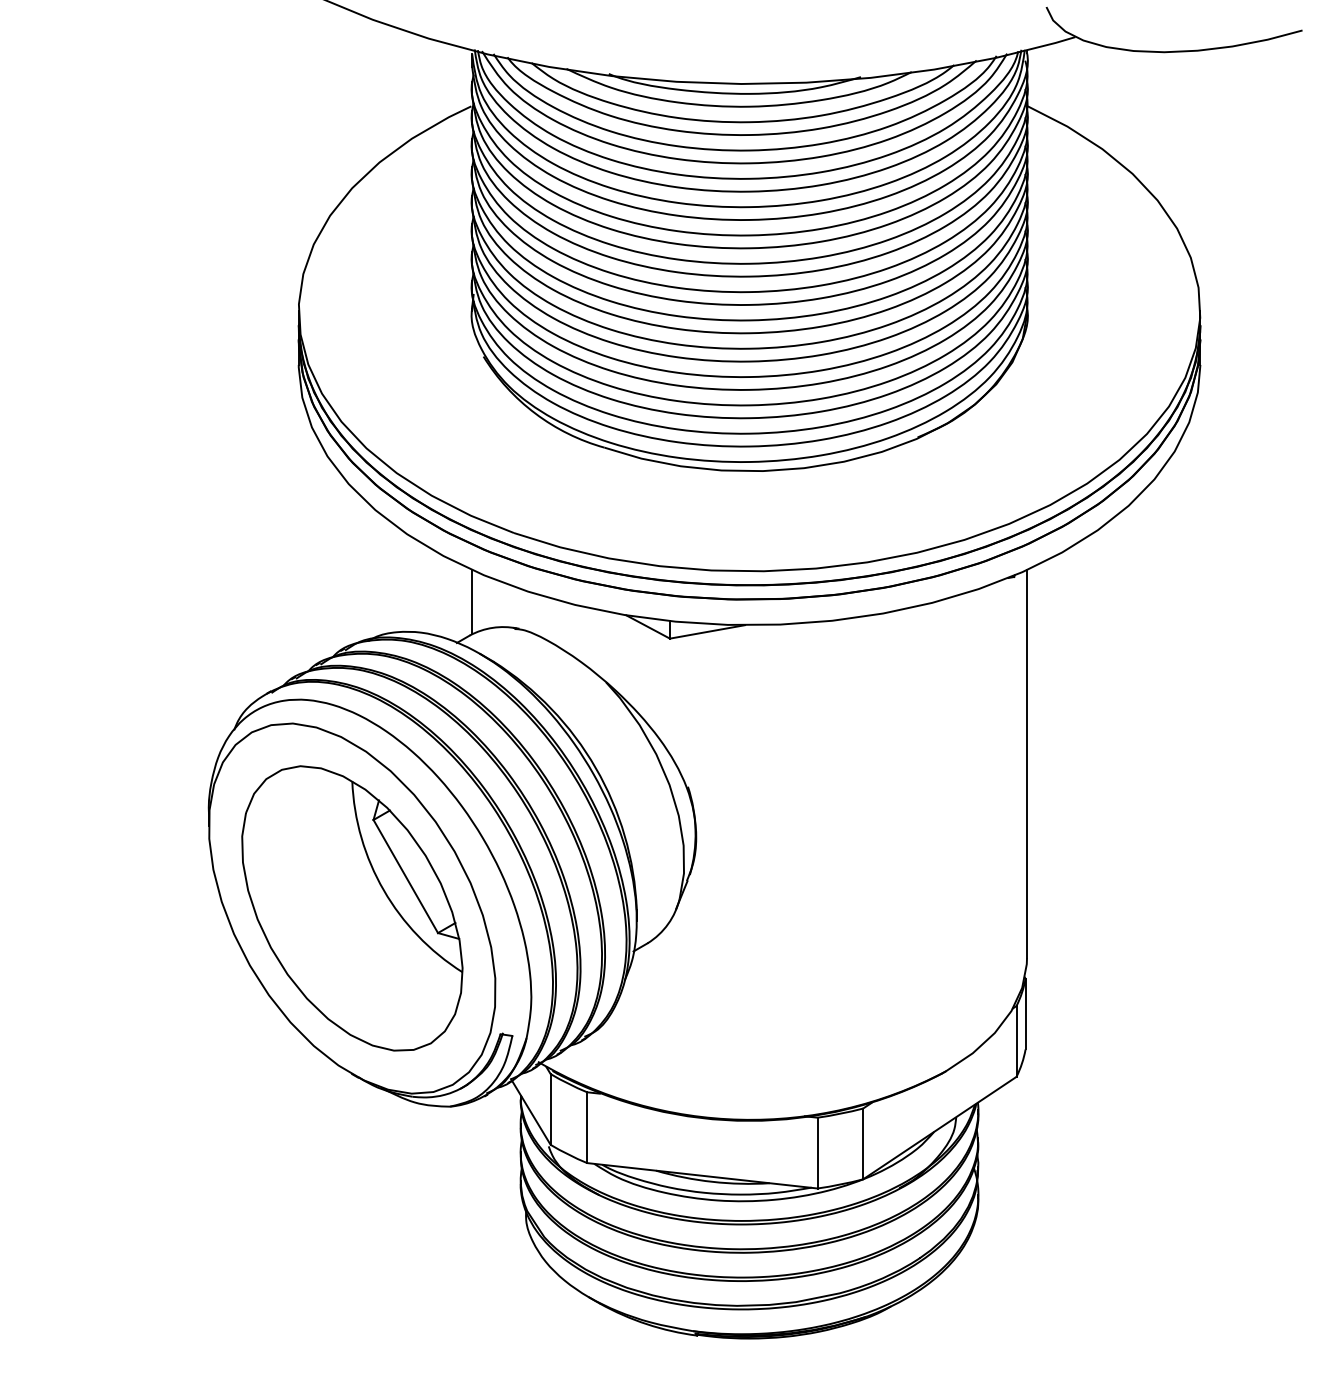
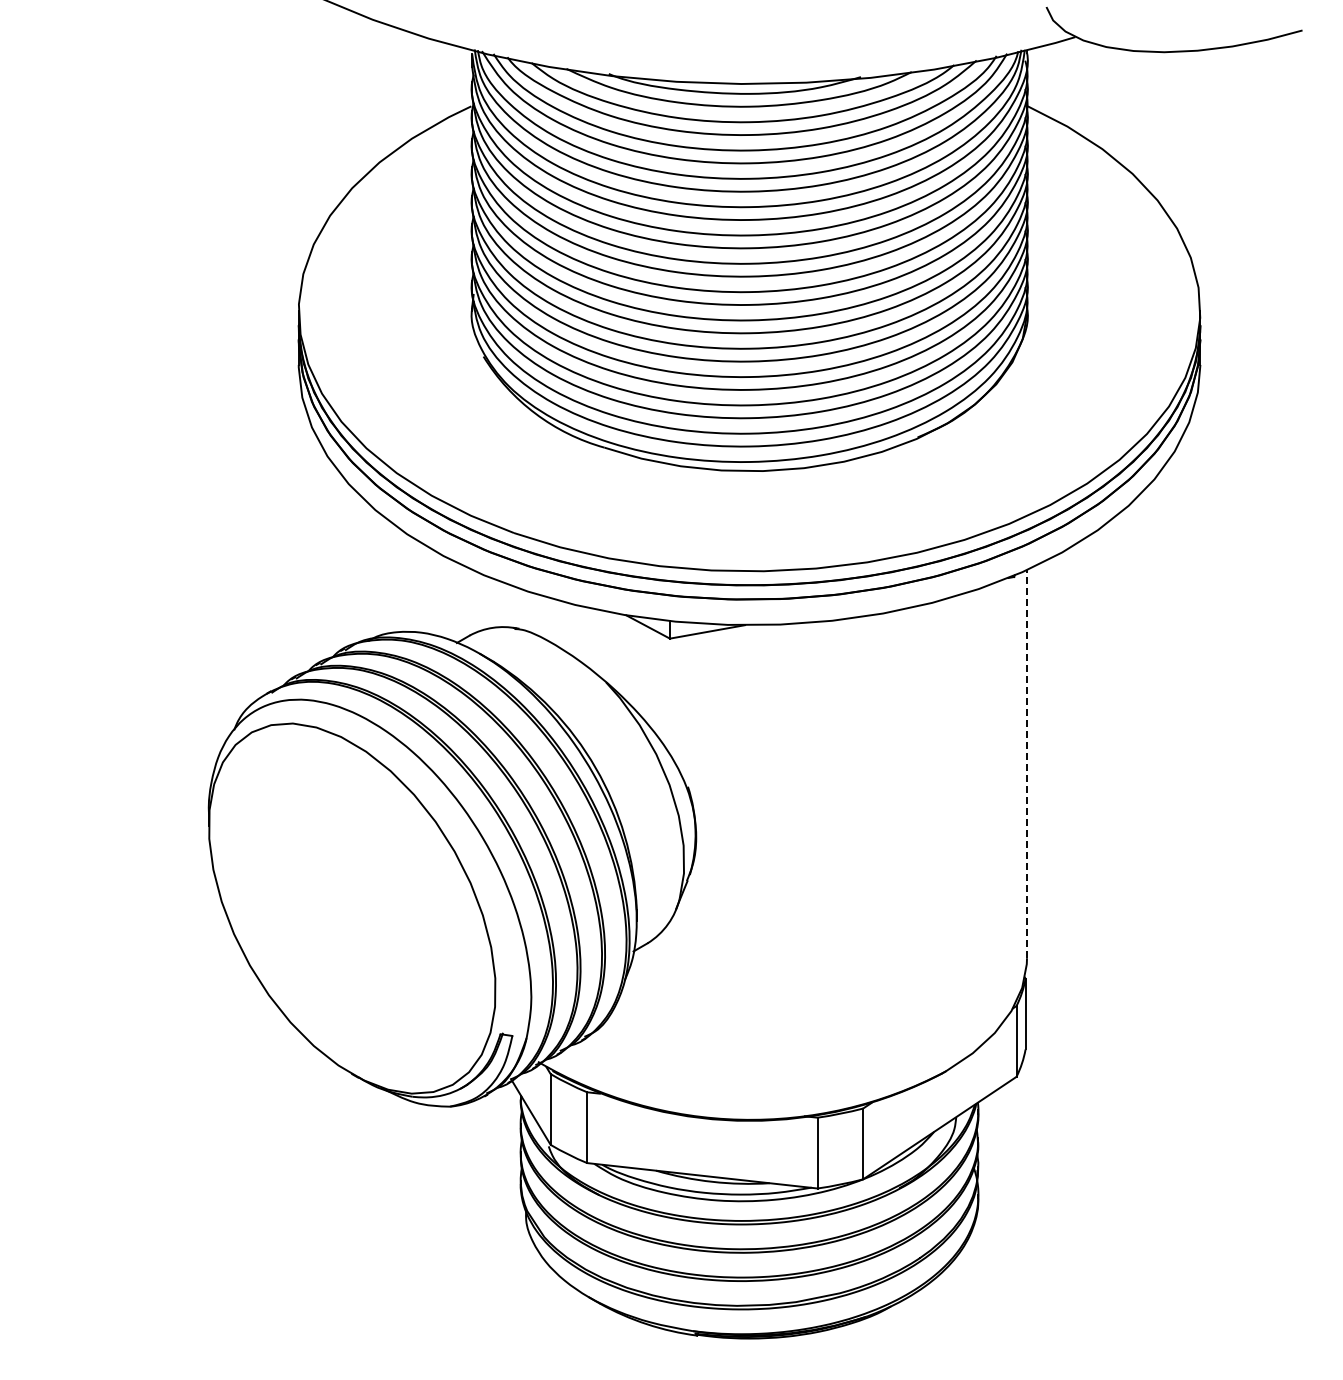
line at (472, 602): present -> none
line at (1027, 763): solid -> dashed
part at (352, 908): present -> none
